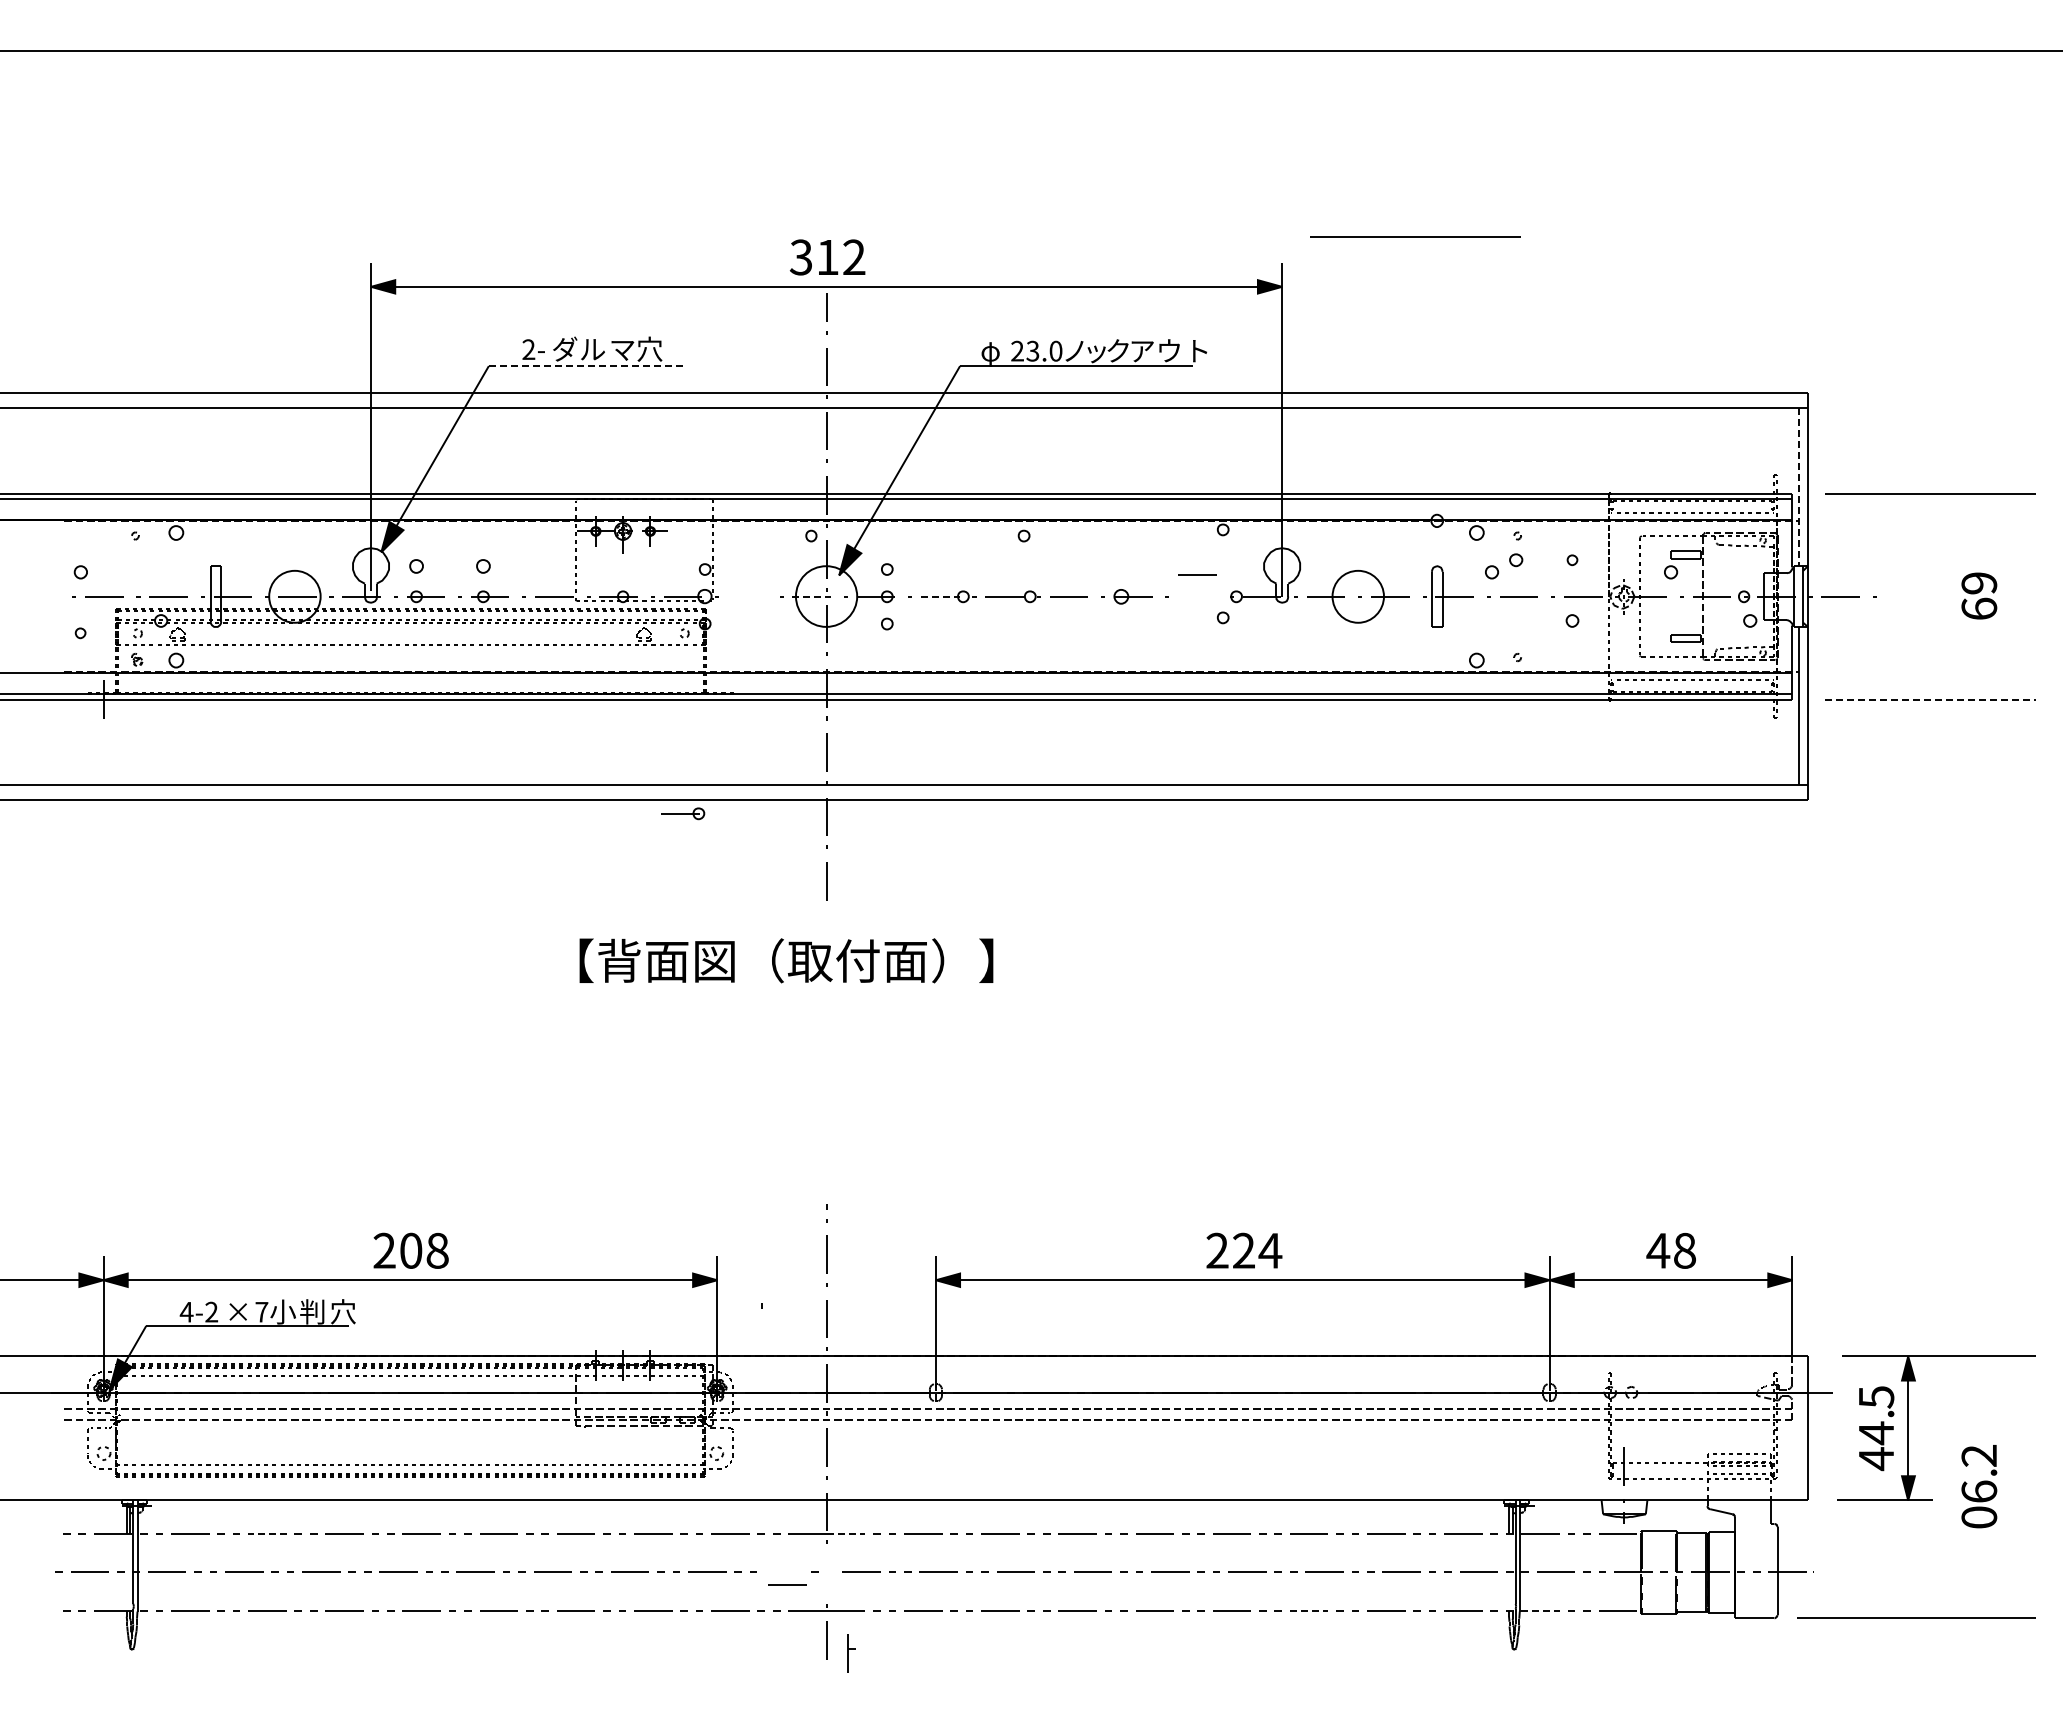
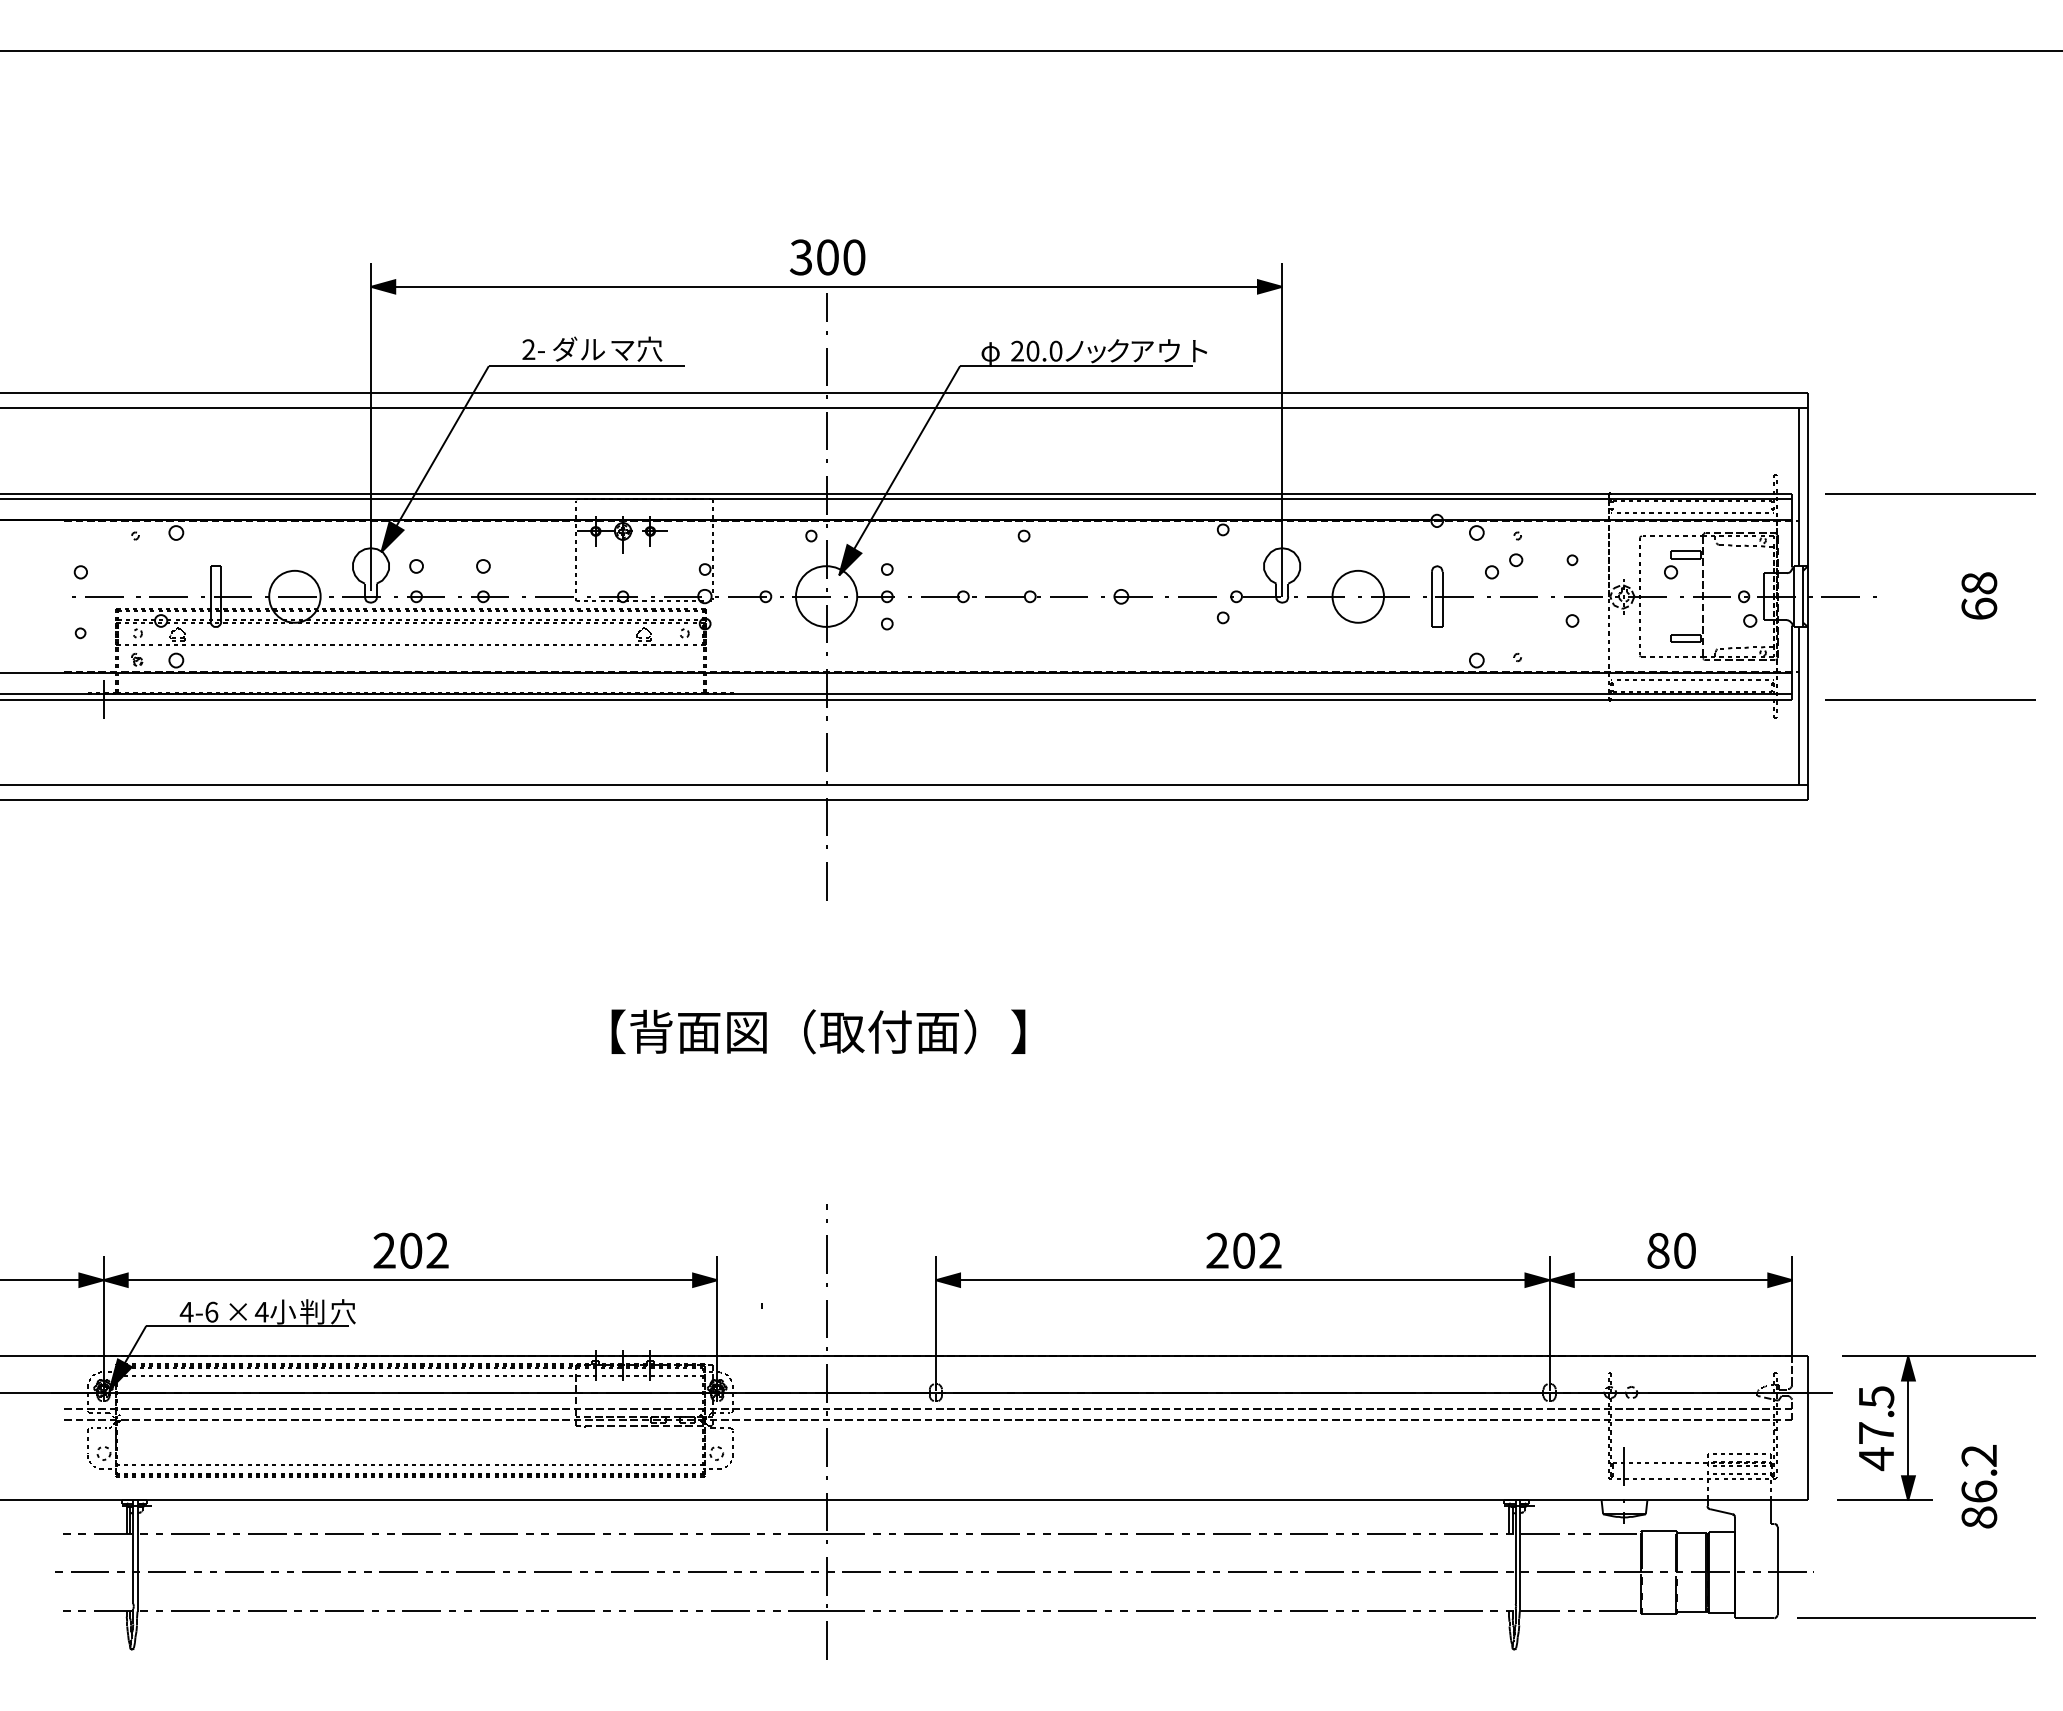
line at (1415, 236): present -> none
text at (841, 257): 312 -> 300
text at (1032, 351): 23.0 -> 20.0
line at (587, 366): dashed -> solid
line at (1798, 487): dashed -> solid
line at (1197, 574) position: (1197, 574) -> (1197, 596)
text at (1979, 583): 9 -> 8
line at (812, 596): dashed -> solid
line at (940, 596): dashed -> solid
line at (1930, 699): dashed -> solid
part at (683, 813) position: (683, 813) -> (750, 596)
text at (786, 960) position: (786, 960) -> (818, 1031)
text at (437, 1250): 208 -> 202
text at (1257, 1250): 224 -> 202
text at (1670, 1250): 48 -> 80
text at (211, 1311): 4-2 -> 4-6
text at (261, 1312): 7 -> 4
text at (1876, 1433): 4 -> 7
text at (1979, 1517): 0 -> 8
line at (266, 1534): dashed -> solid
line at (846, 1534): dashed -> solid
line at (787, 1584) position: (787, 1584) -> (784, 1571)
line at (1309, 1611): dashed -> solid
line at (1541, 1611): dashed -> solid
part at (851, 1653) position: (851, 1653) -> (830, 1576)
